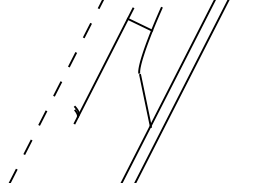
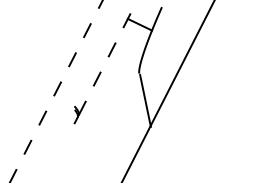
line at (106, 61): solid -> dashed
line at (181, 90): present -> none
